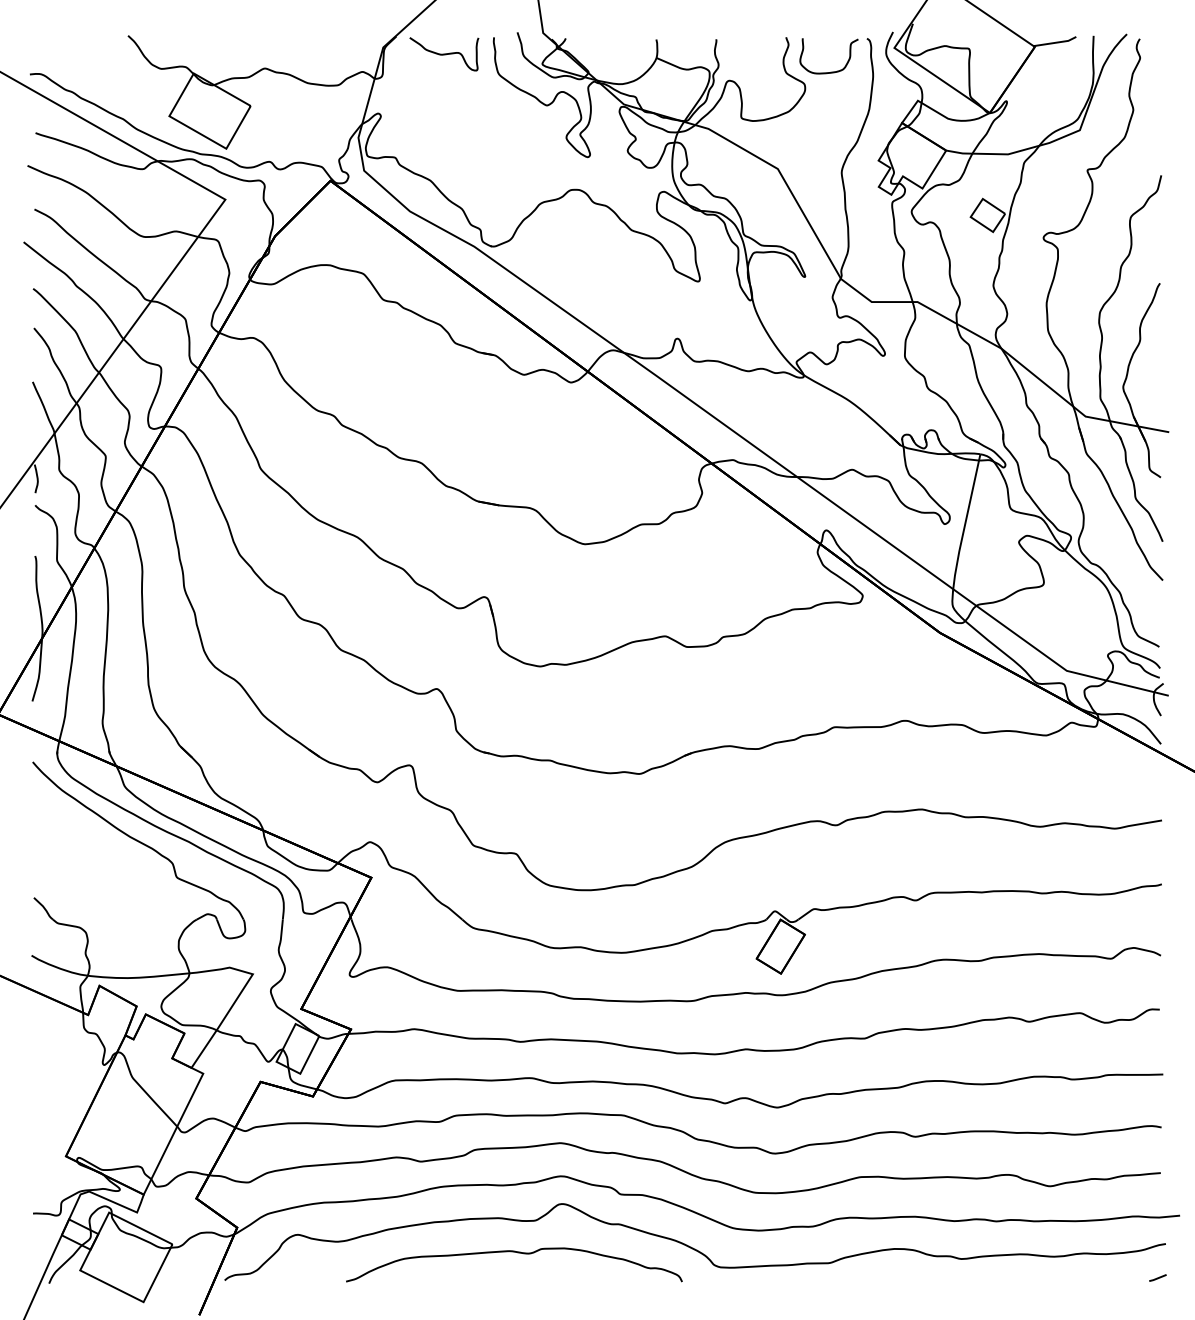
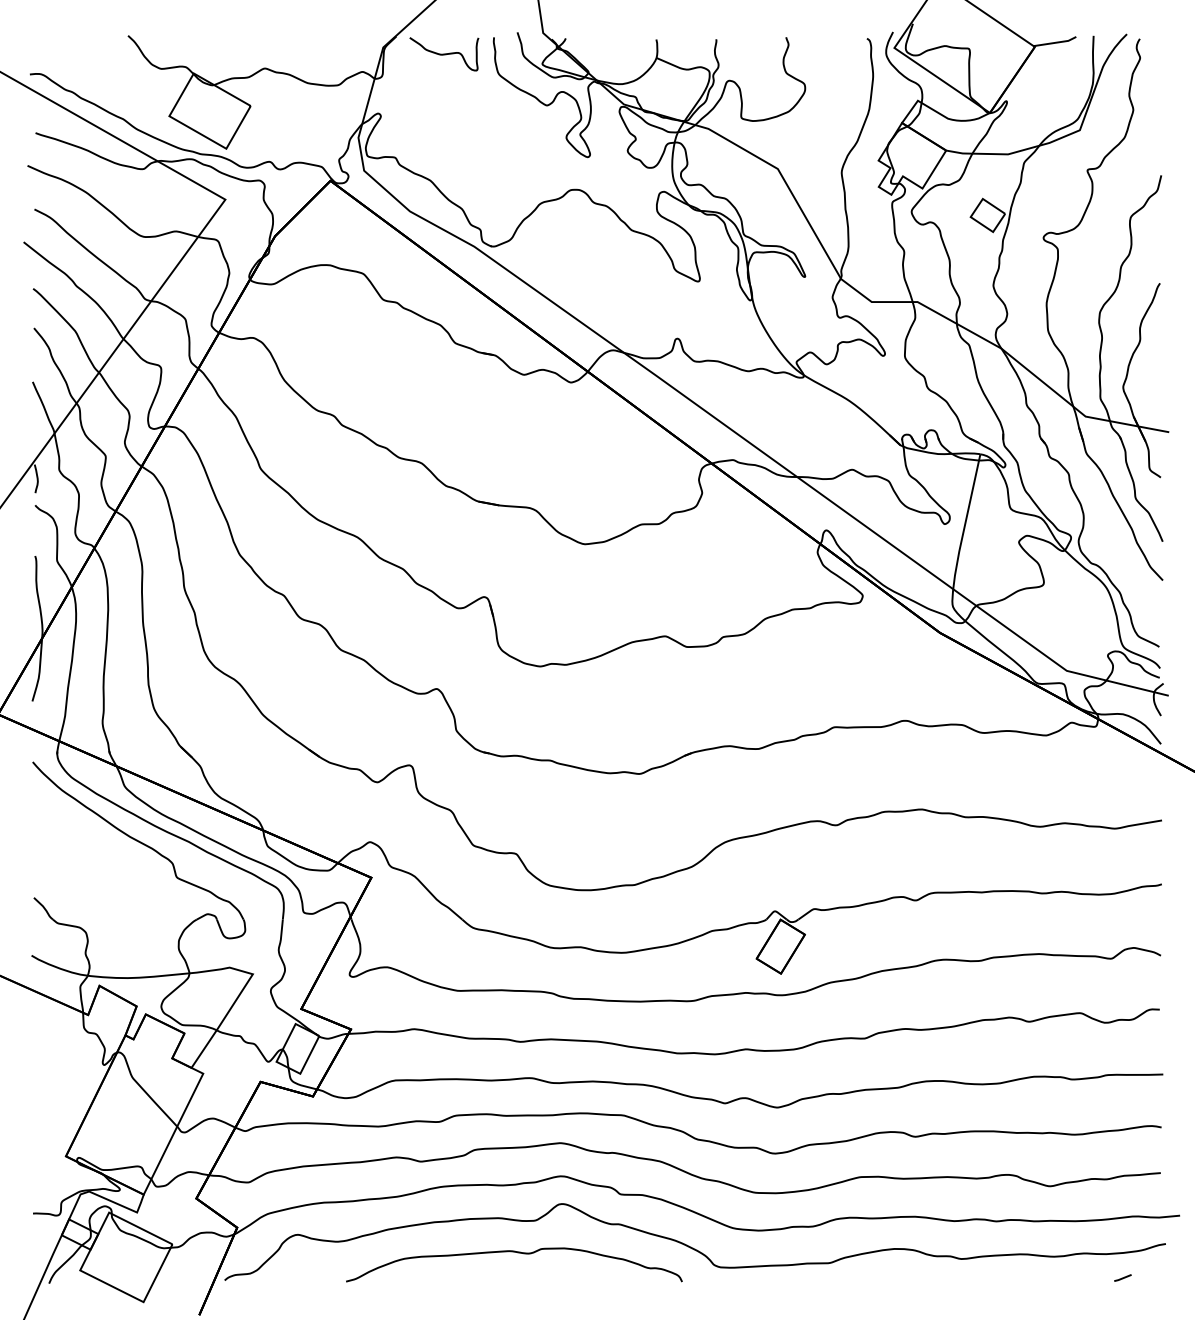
curve at (830, 71): present -> none
line at (1157, 1277) position: (1157, 1277) -> (1122, 1277)
